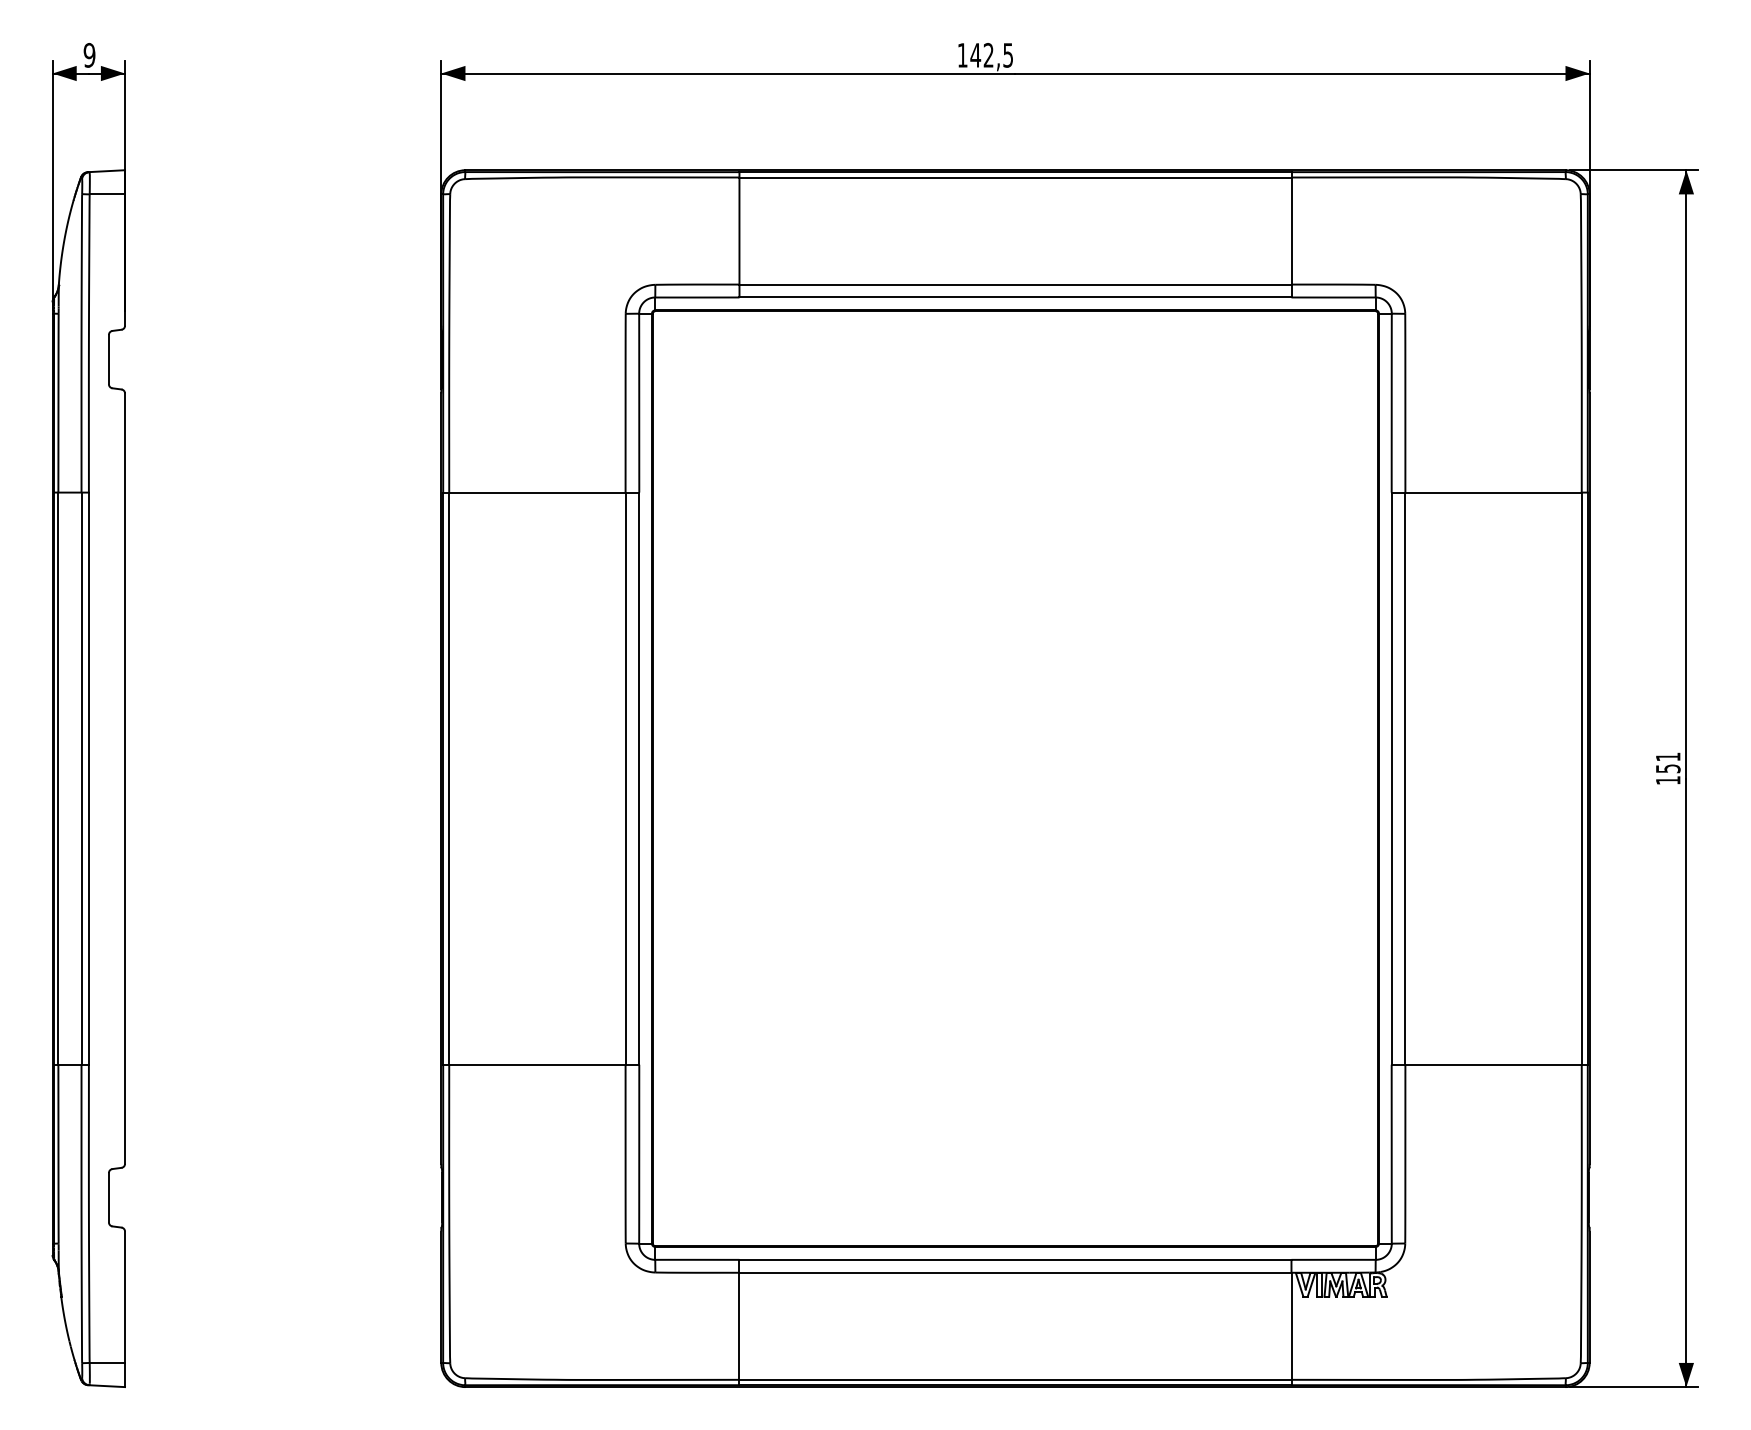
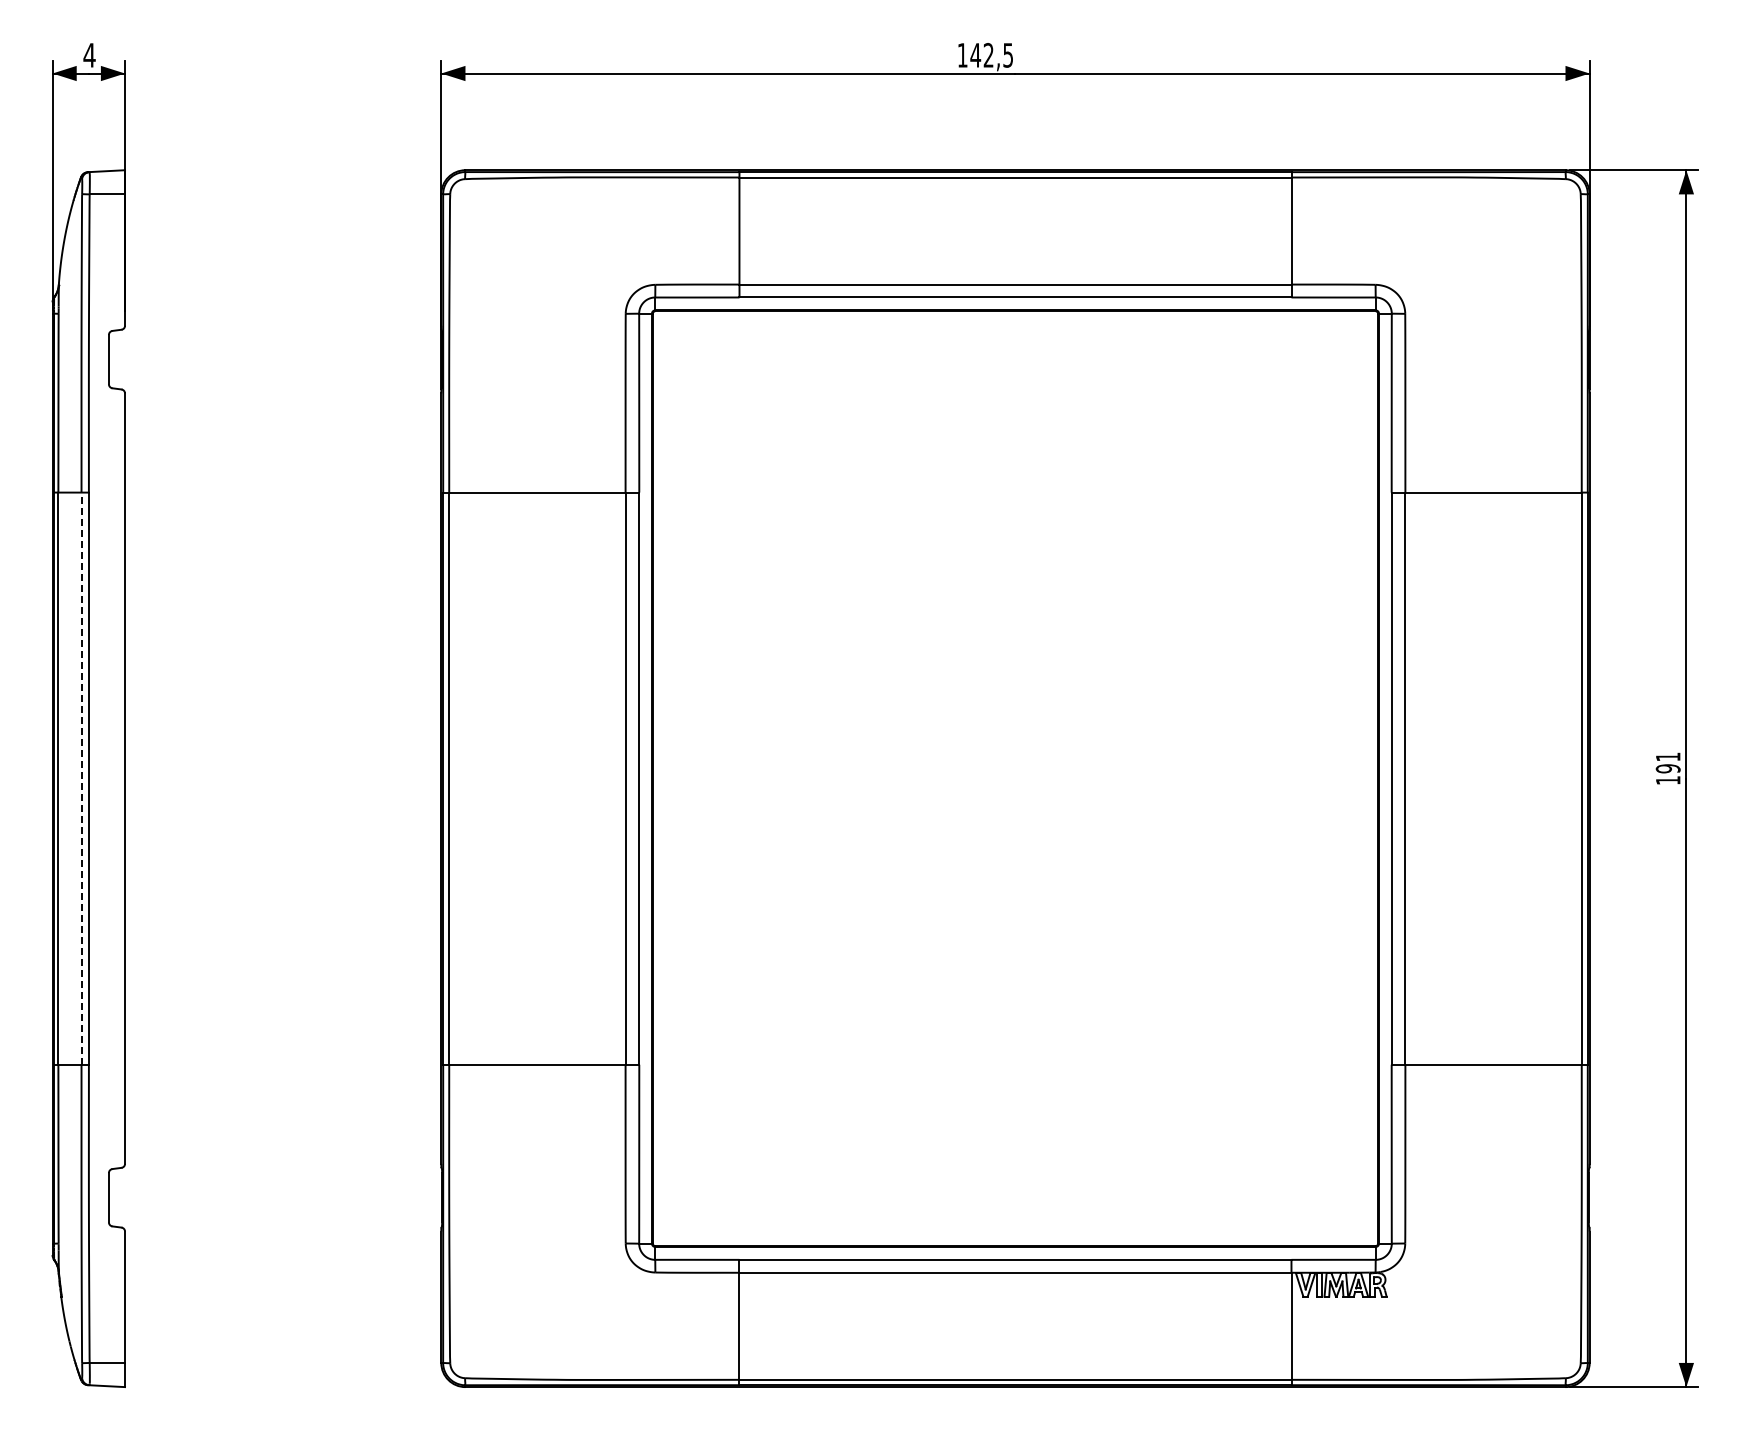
text at (89, 54): 9 -> 4
text at (1667, 768): 151 -> 191
line at (81, 778): solid -> dashed
